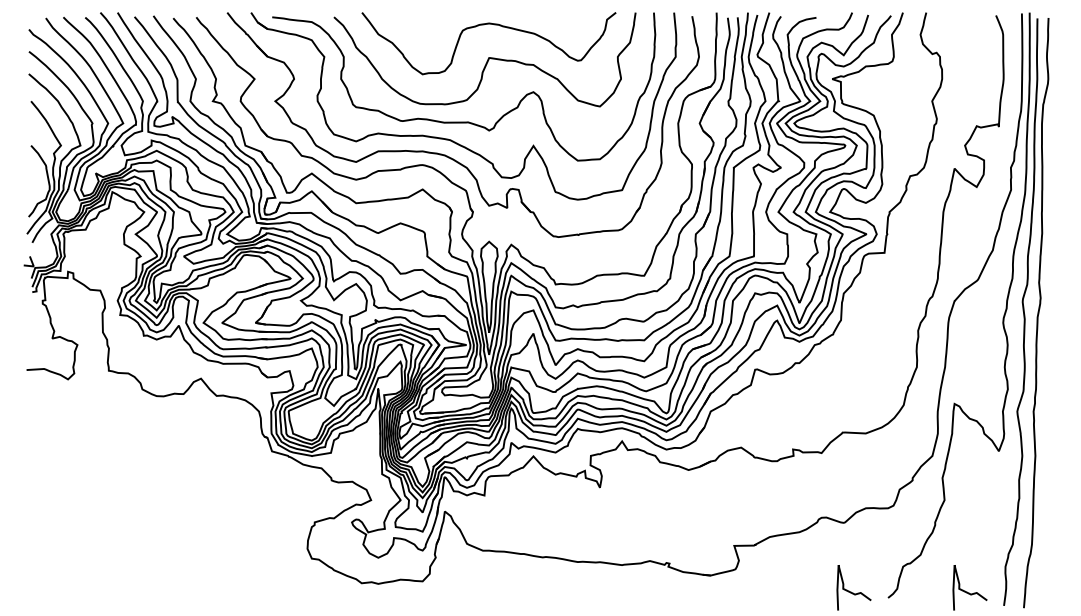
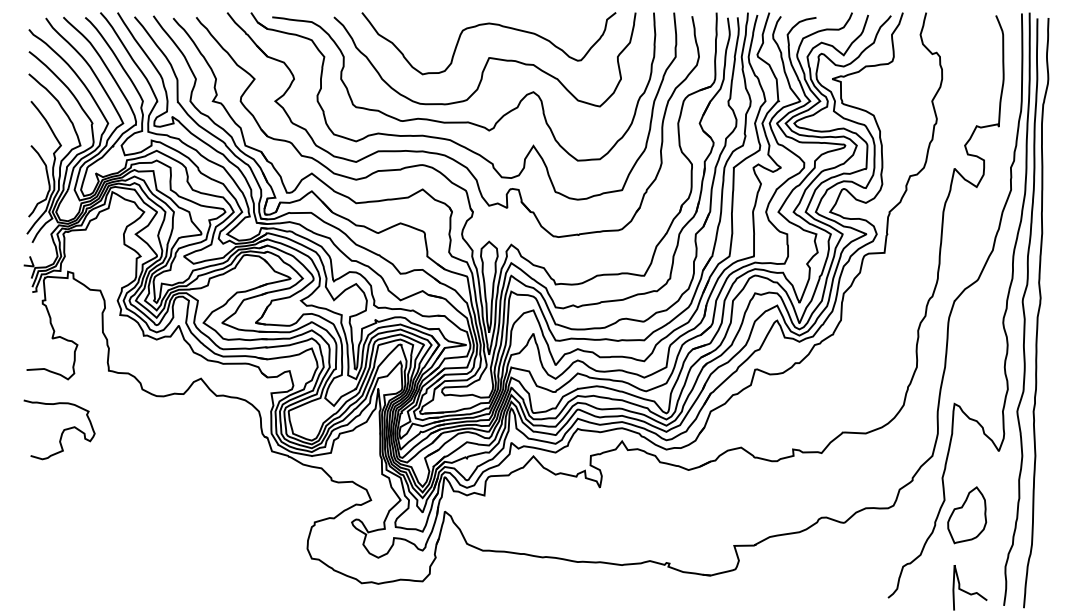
curve at (62, 431): none -> present
part at (967, 515): none -> present
curve at (851, 591): present -> none
